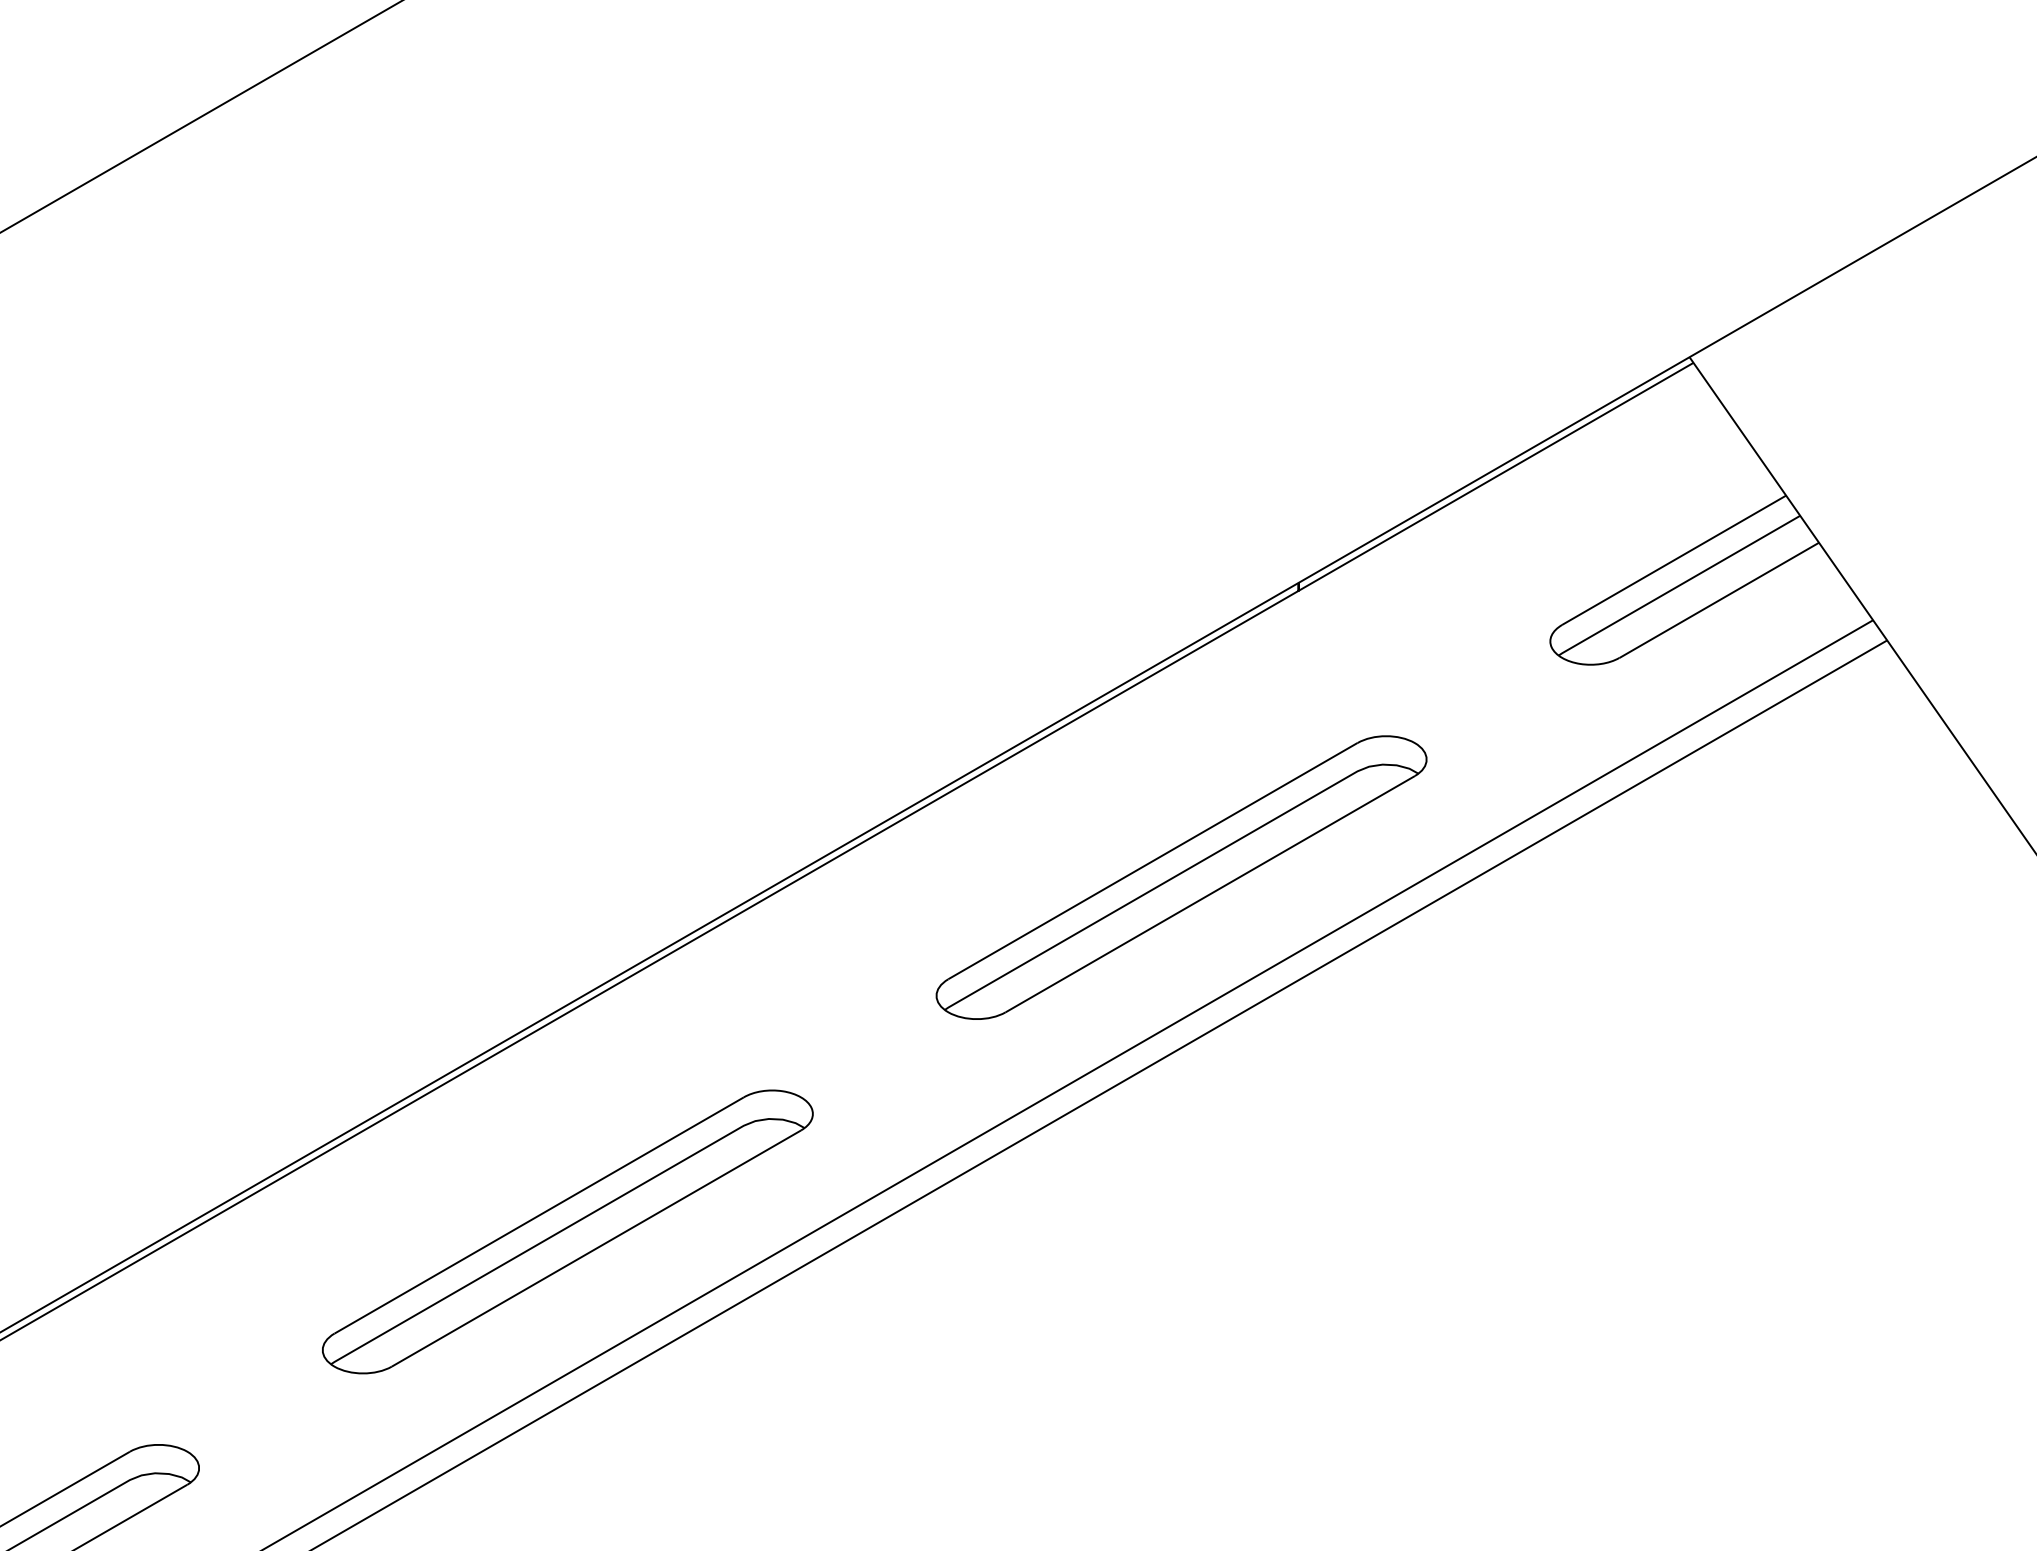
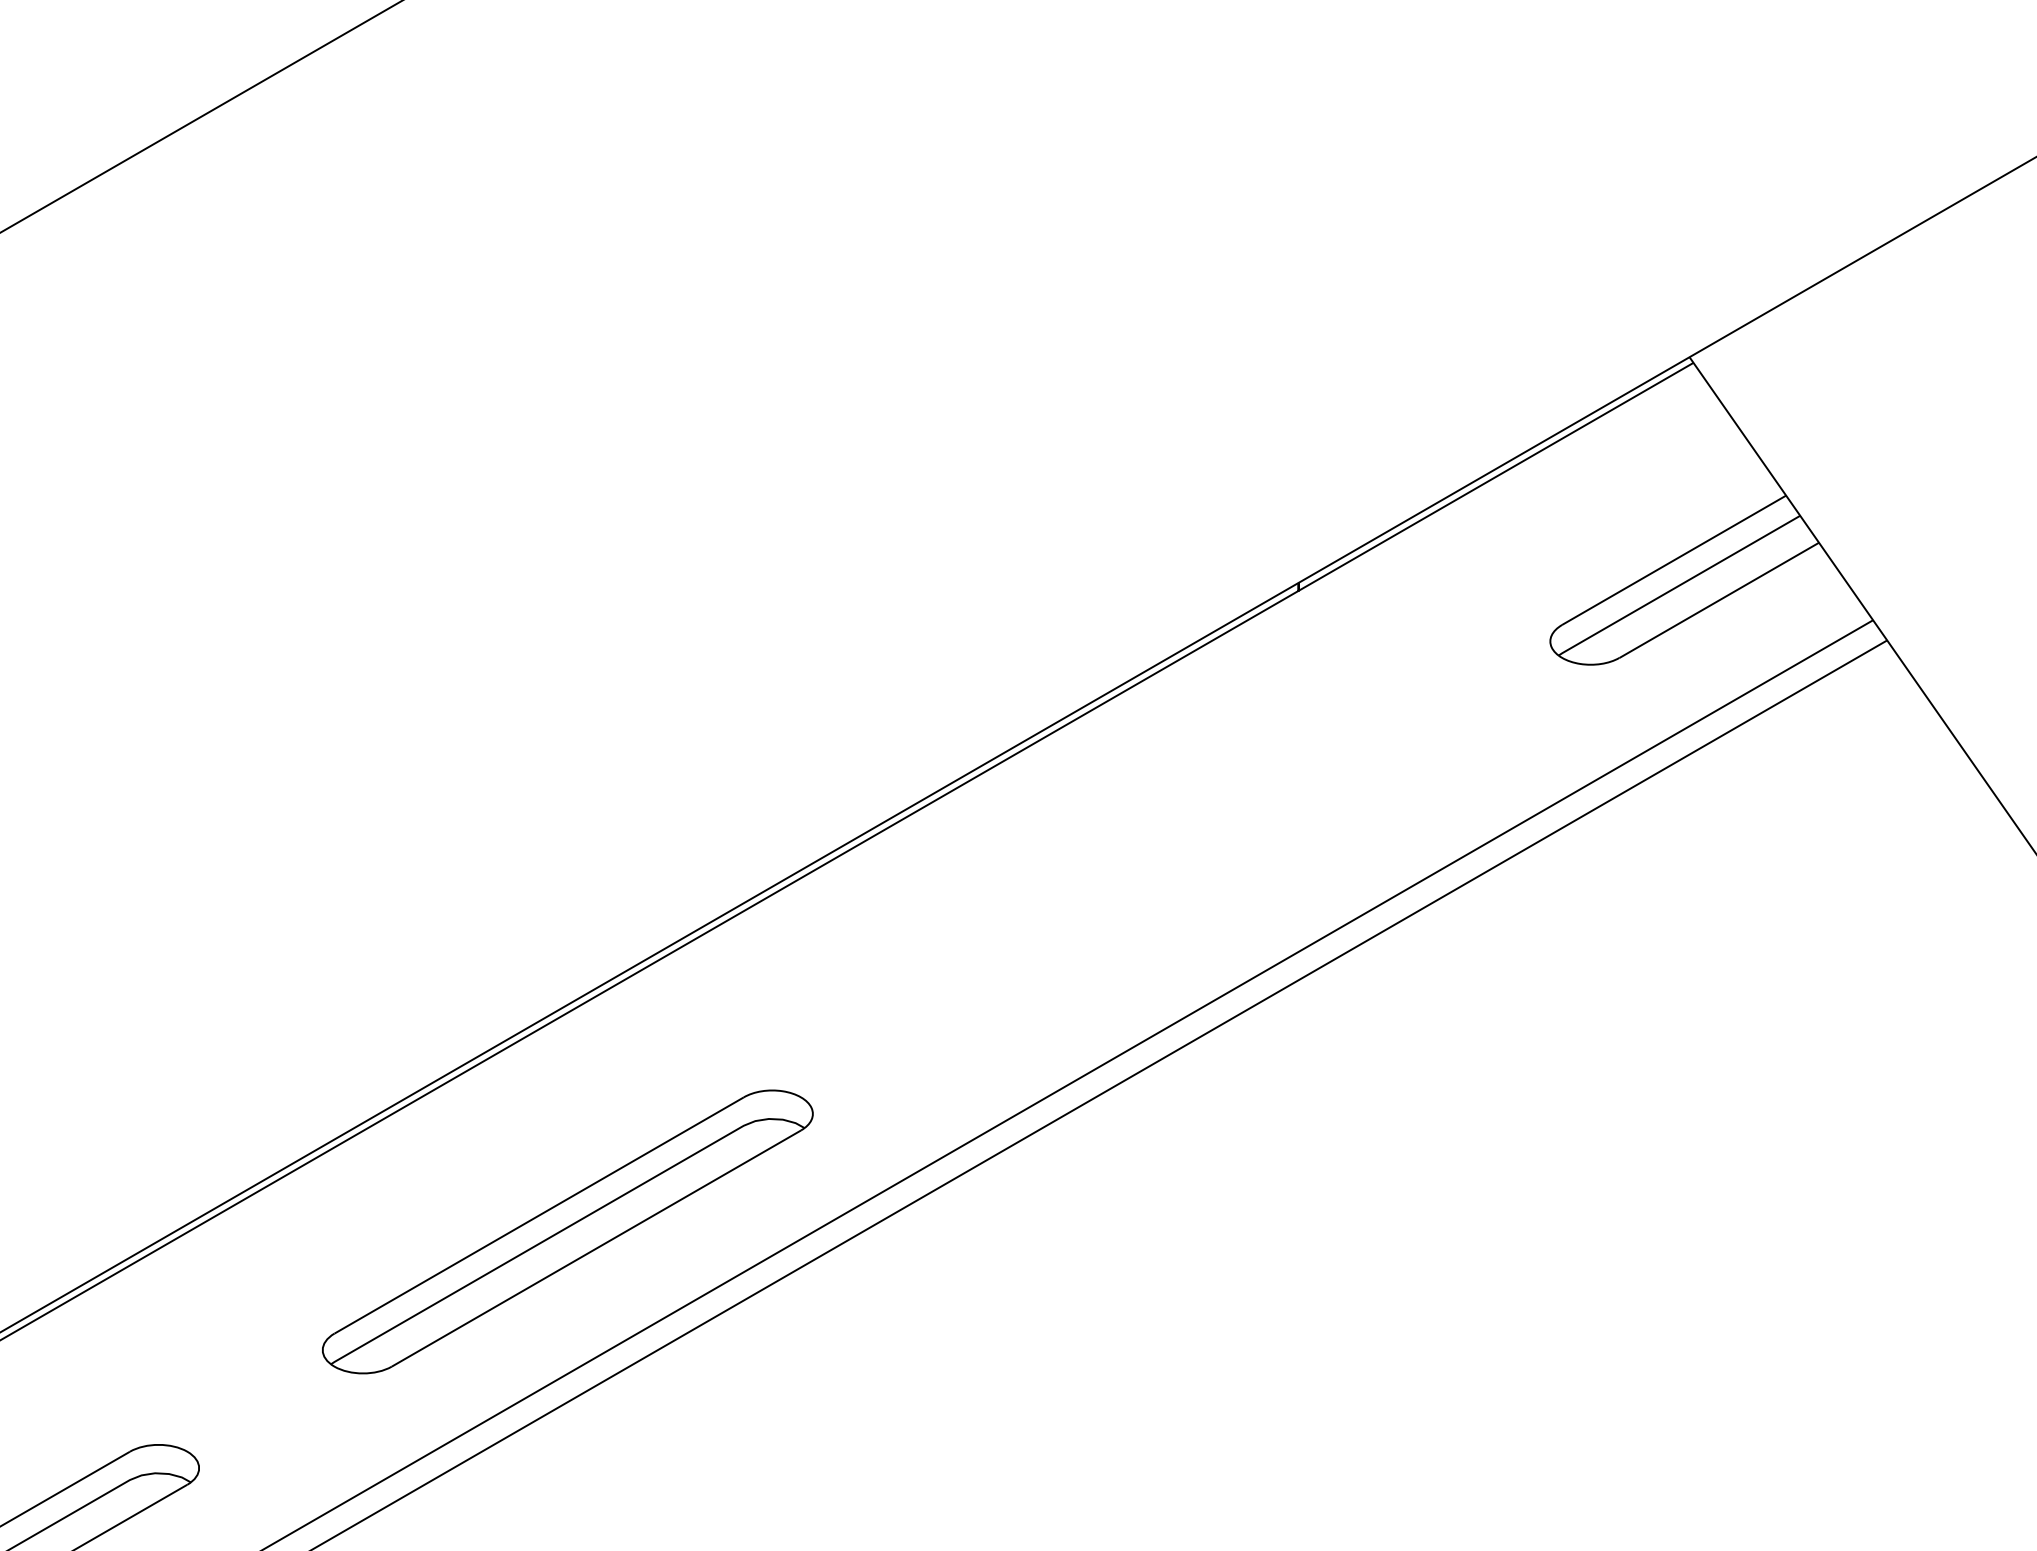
part at (1181, 877): present -> none
